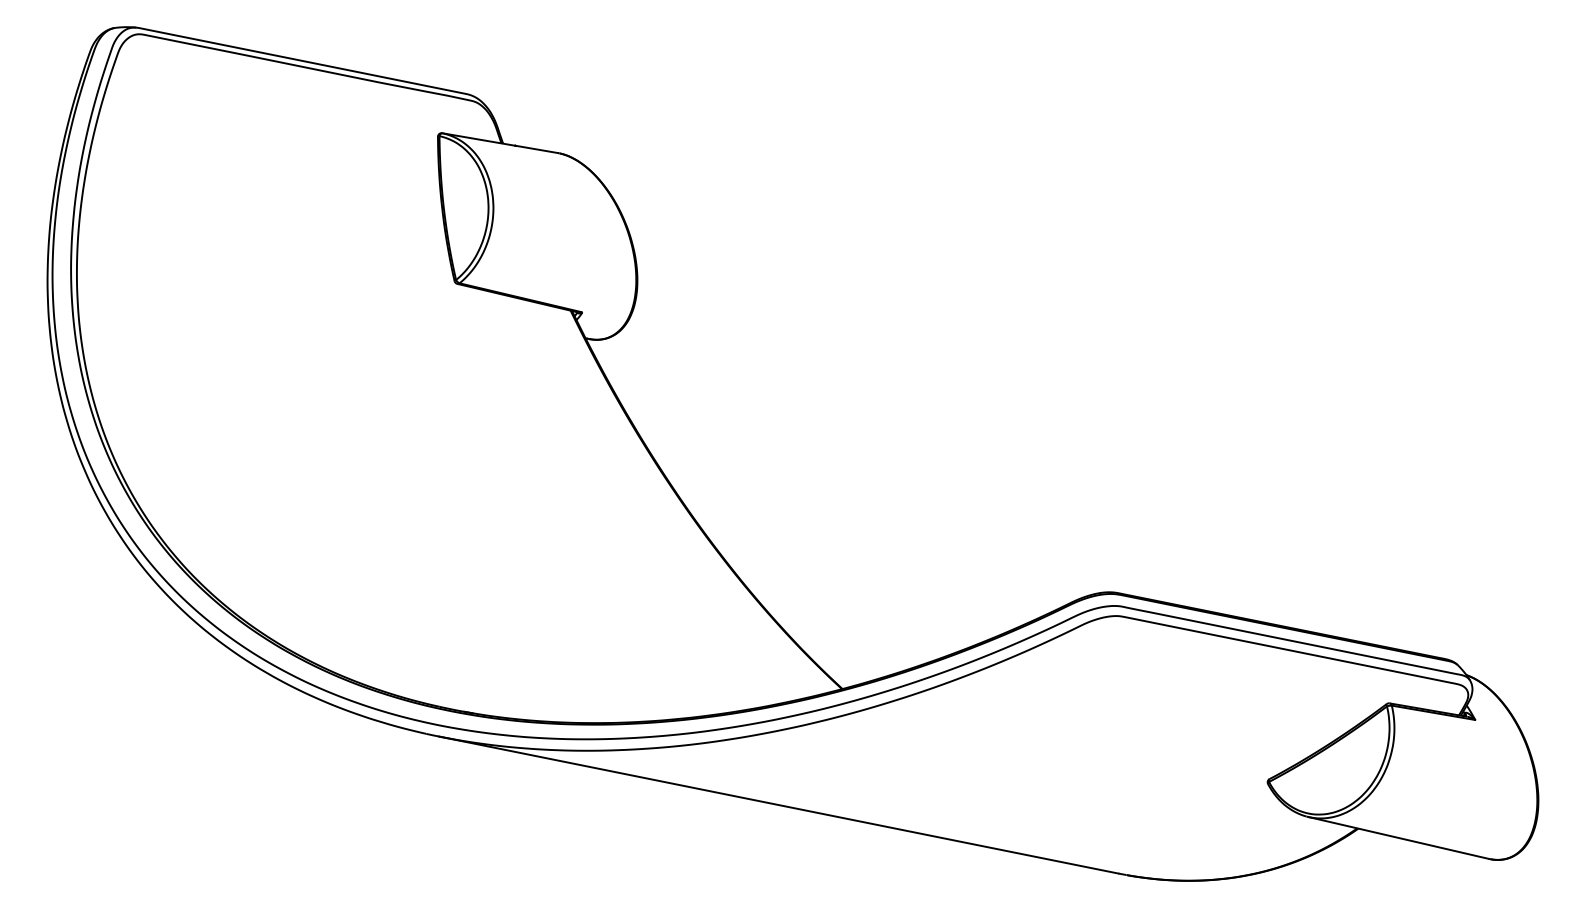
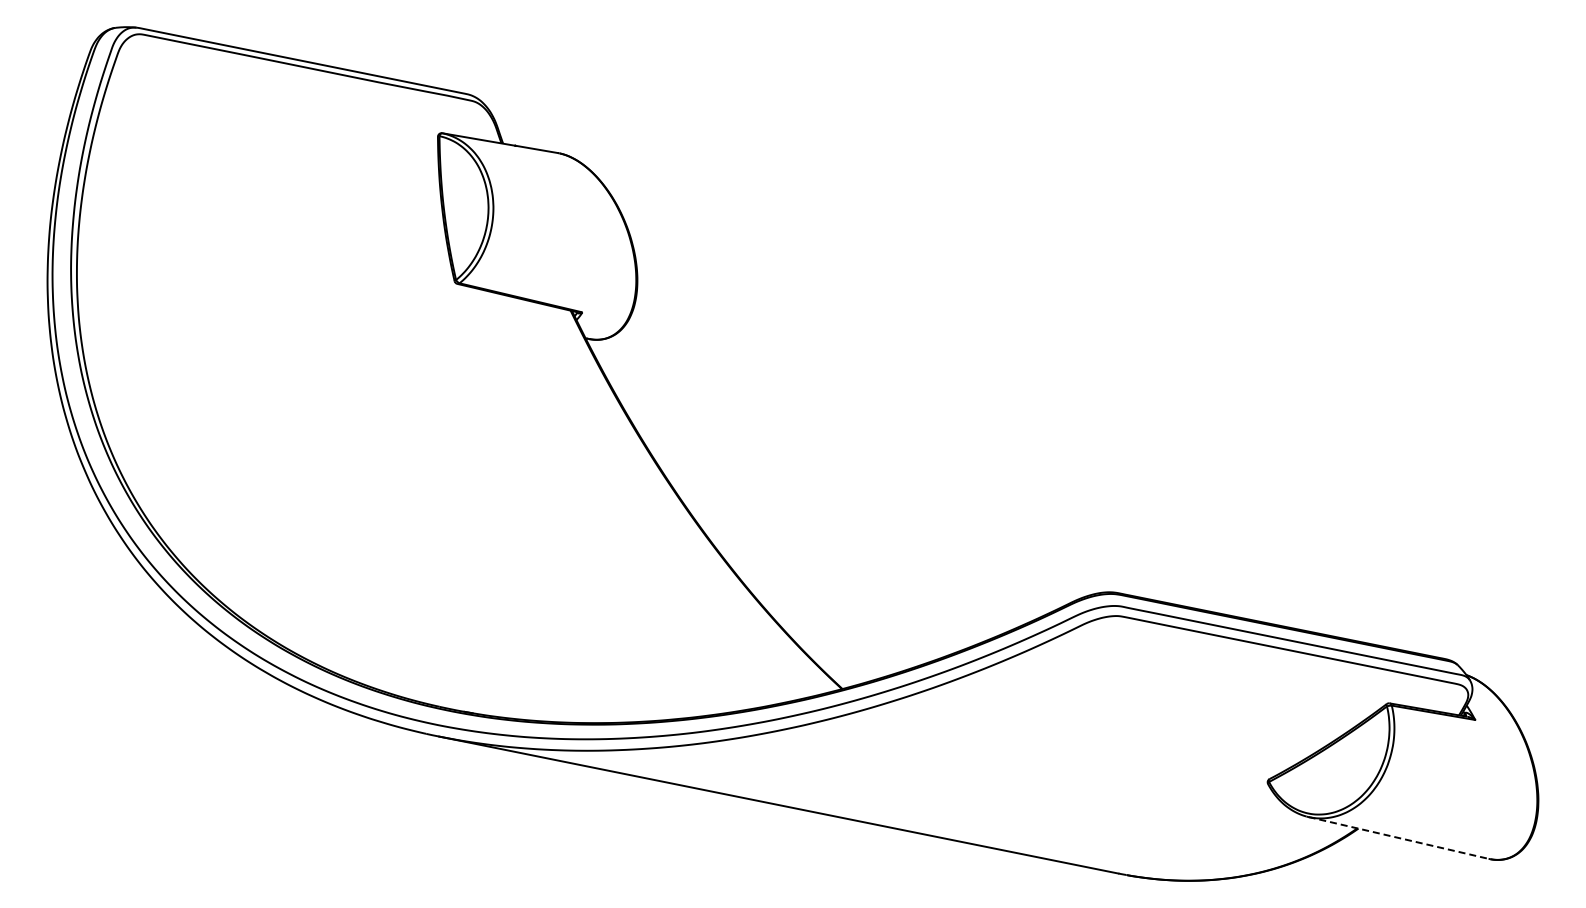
line at (1399, 838): solid -> dashed
